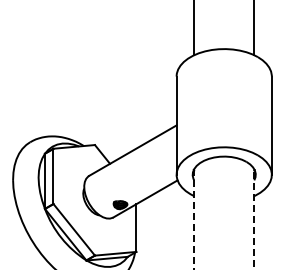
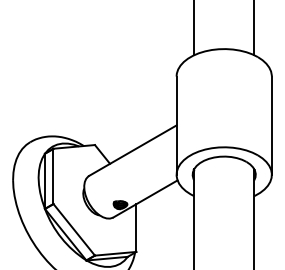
line at (194, 219): dashed -> solid
line at (254, 219): dashed -> solid
